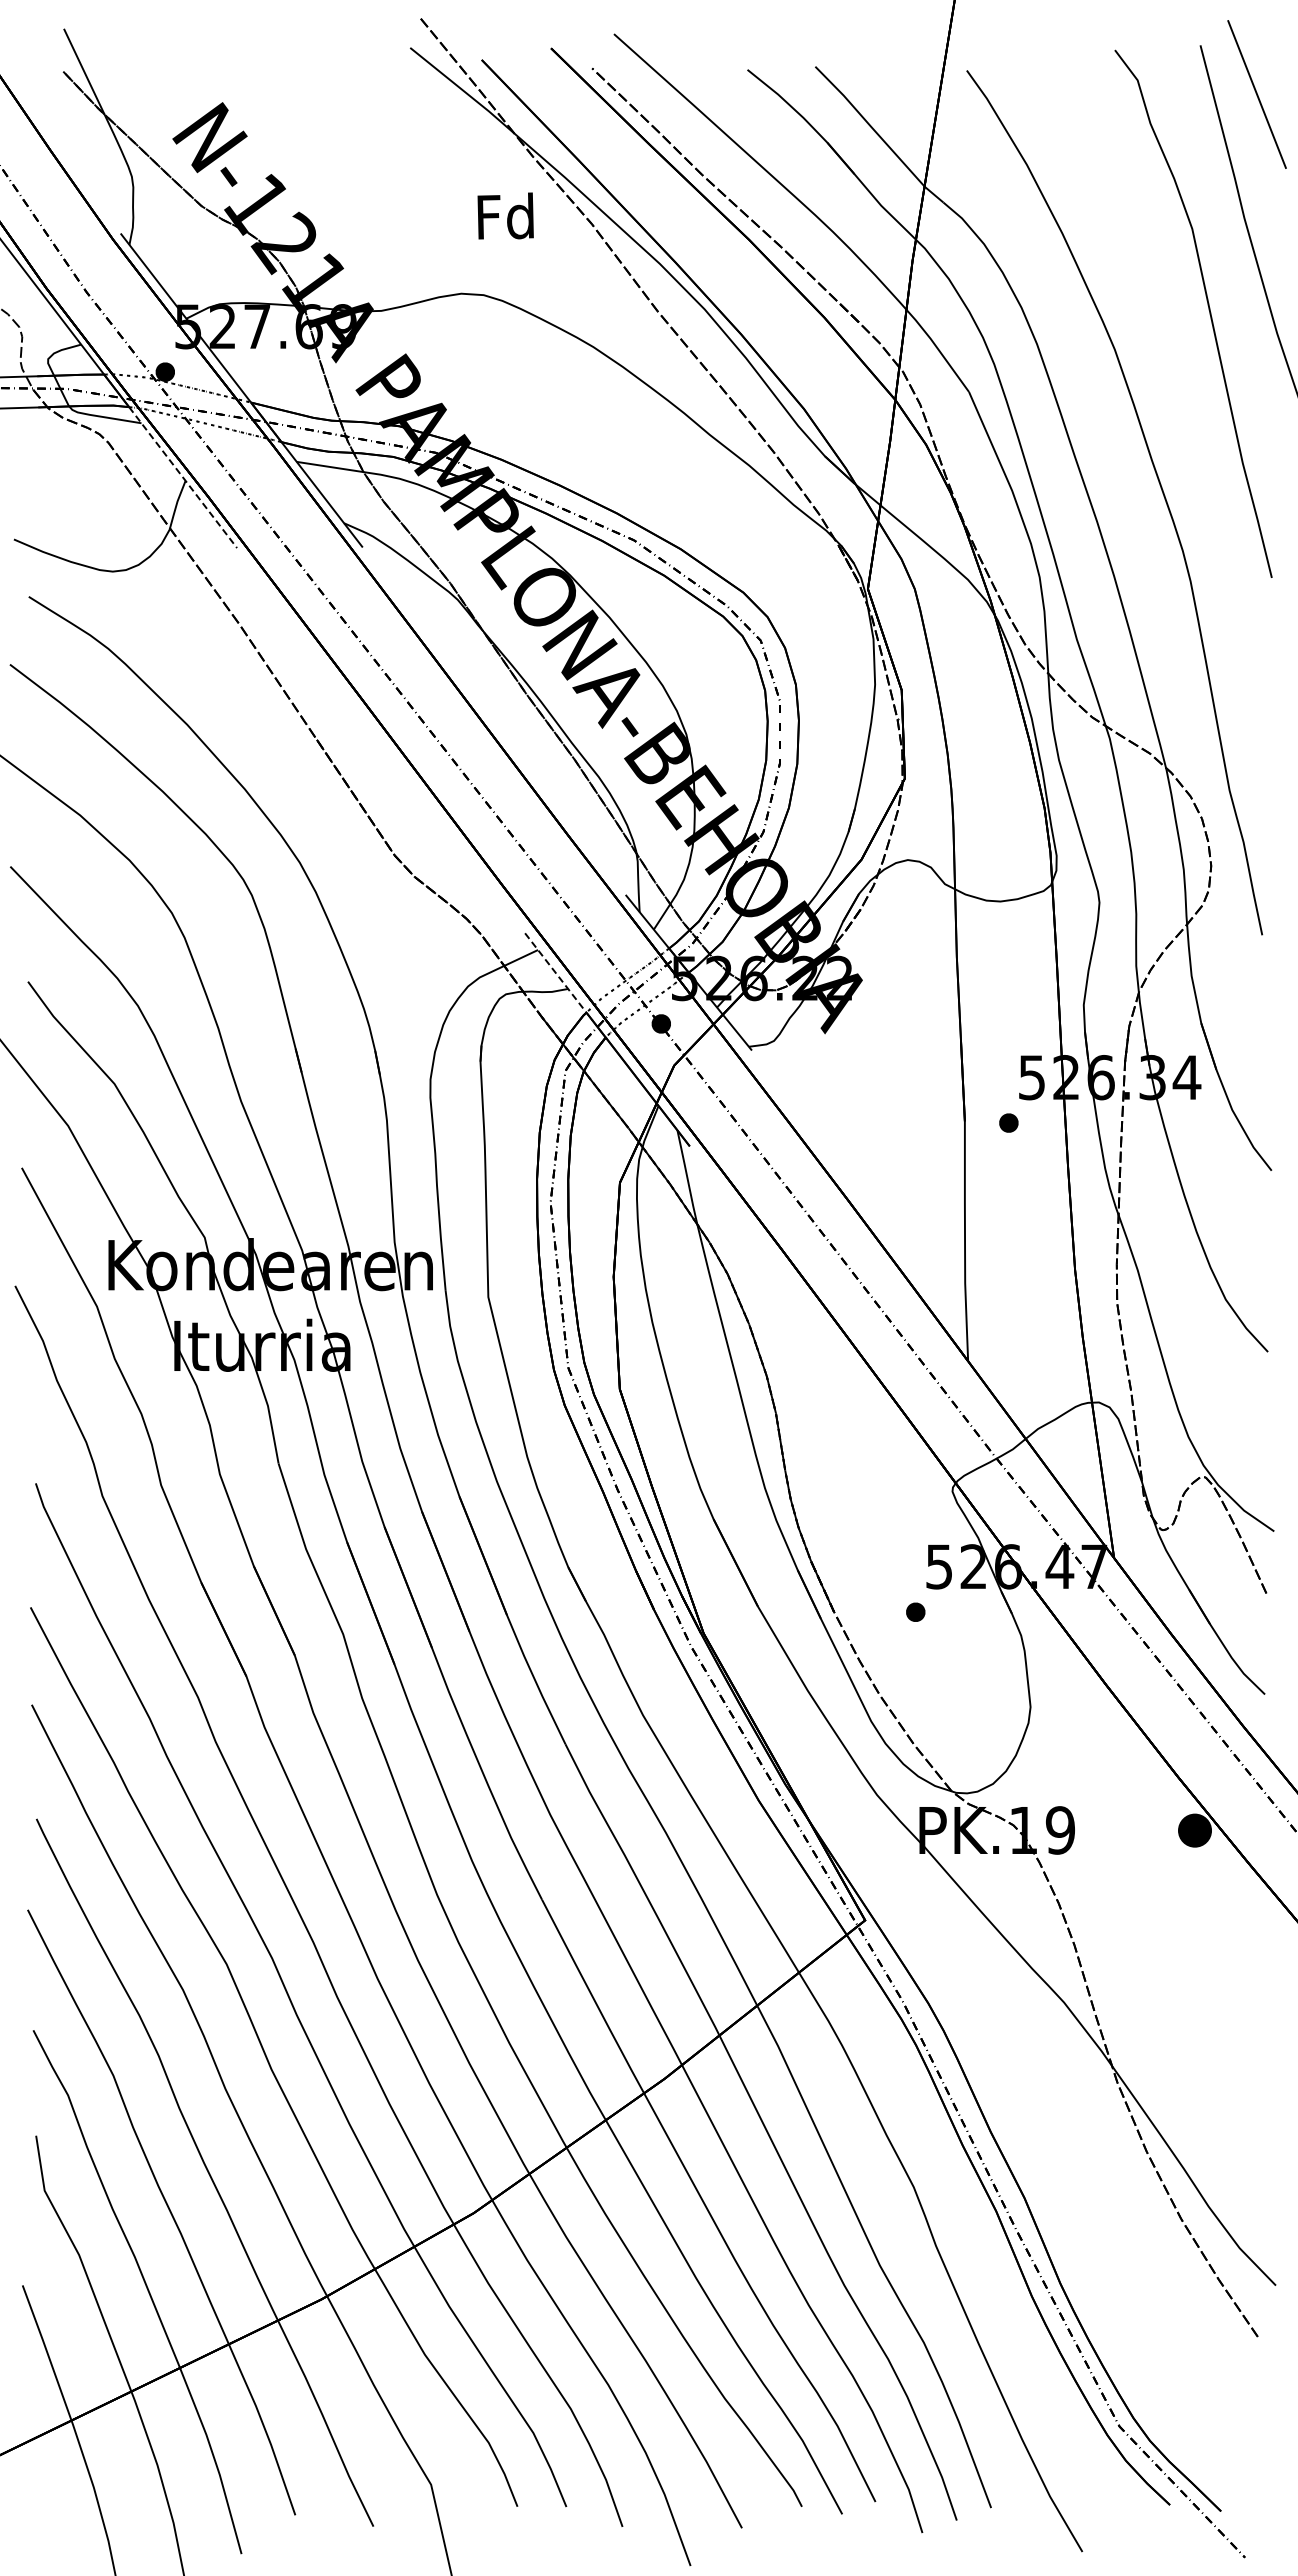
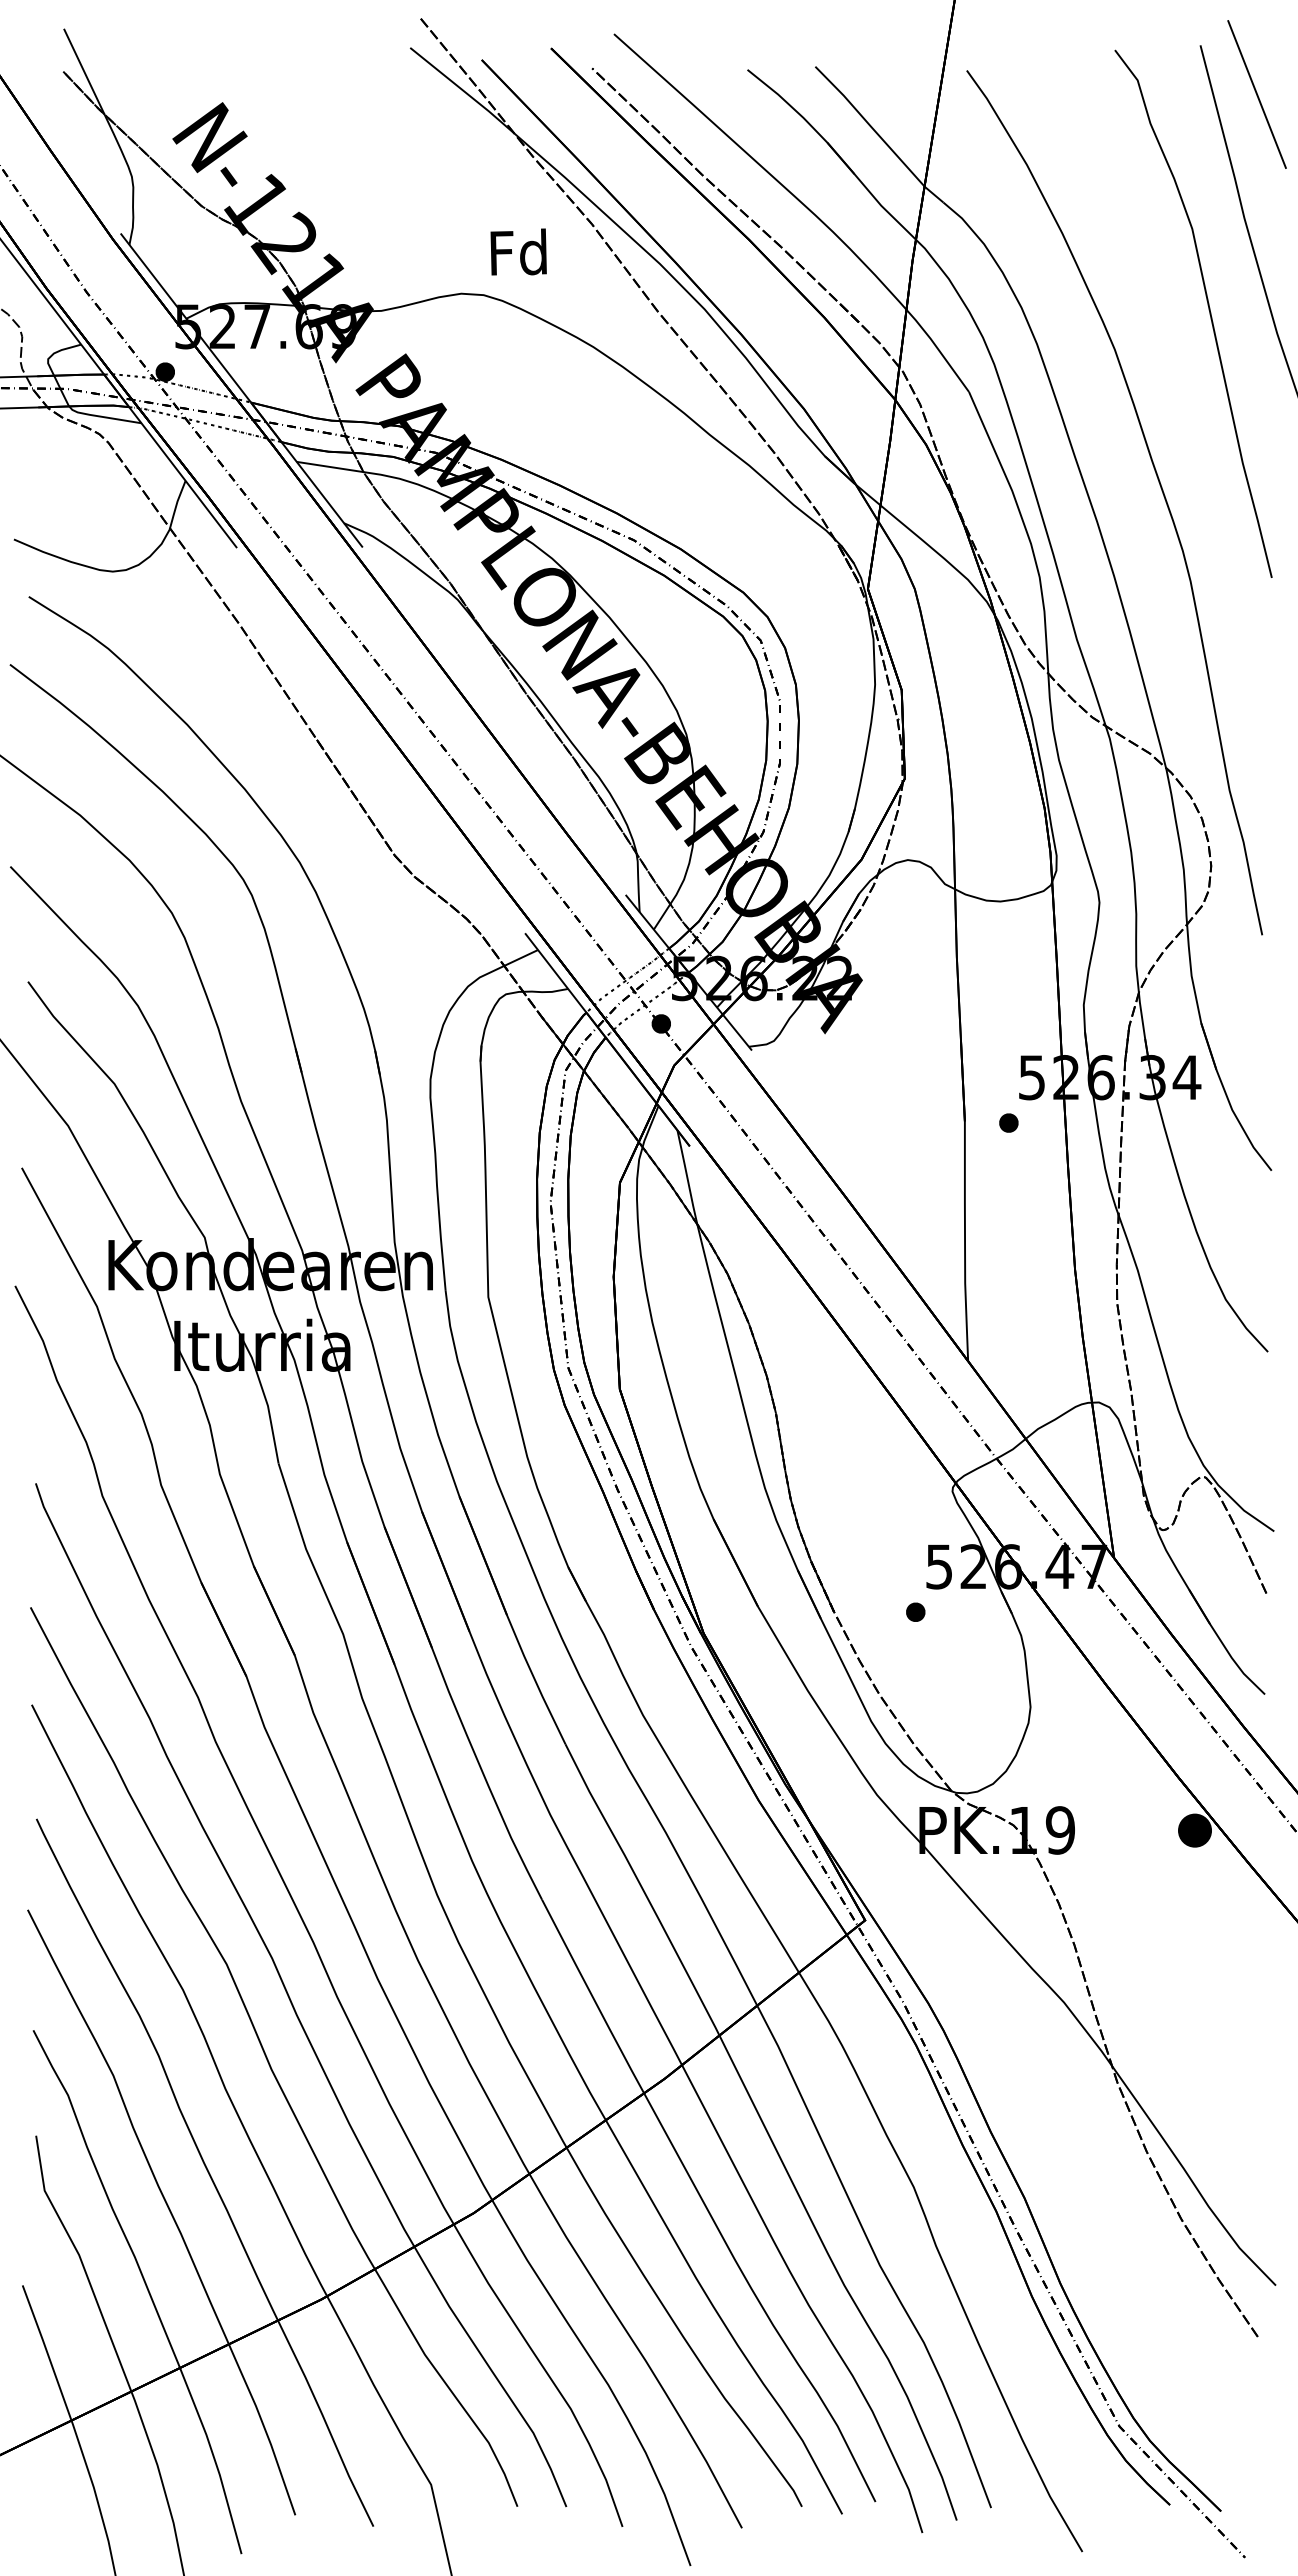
text at (505, 215) position: (505, 215) -> (518, 251)
line at (183, 477): dashed -> solid
line at (556, 973): dashed -> solid
